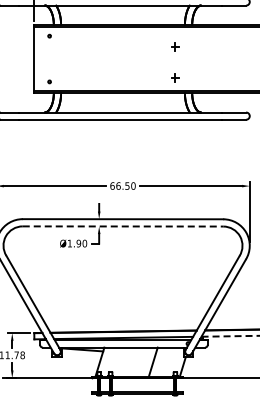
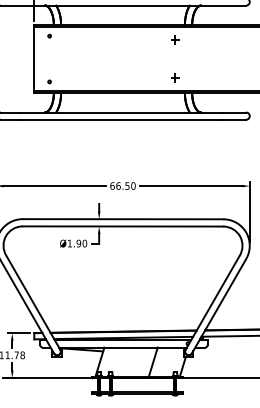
part at (175, 46) position: (175, 46) -> (175, 39)
line at (123, 226): dashed -> solid
line at (230, 336): dashed -> solid
